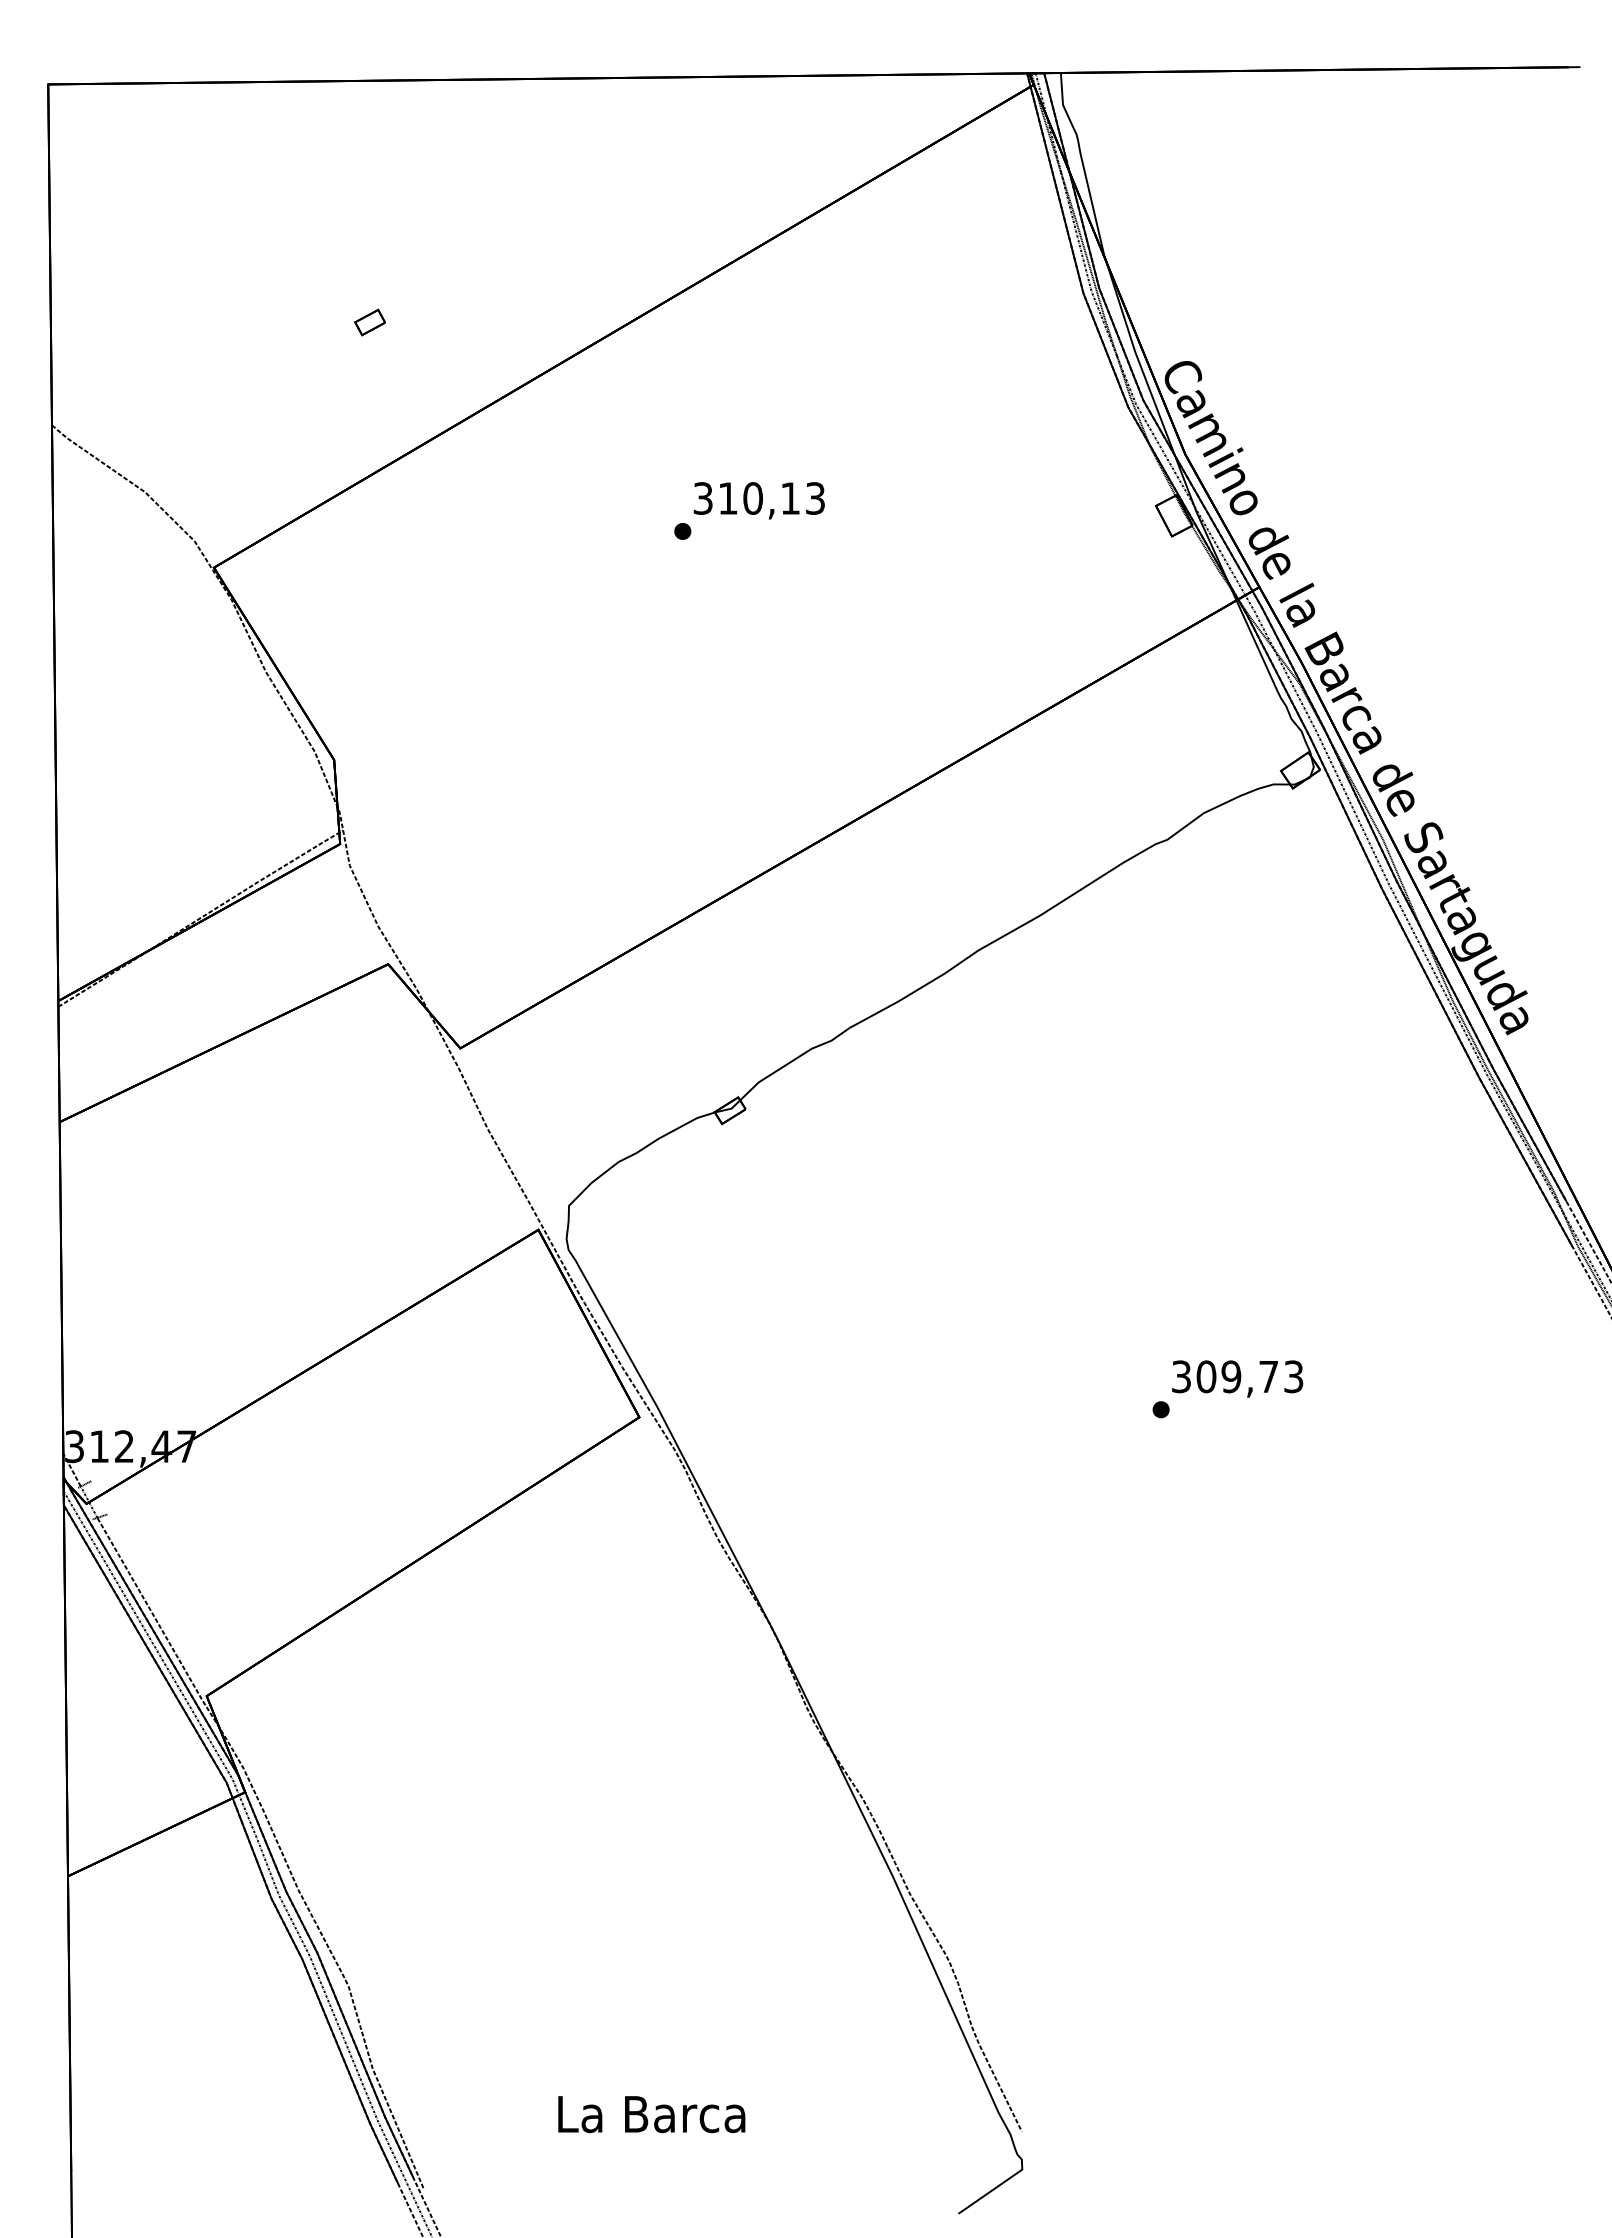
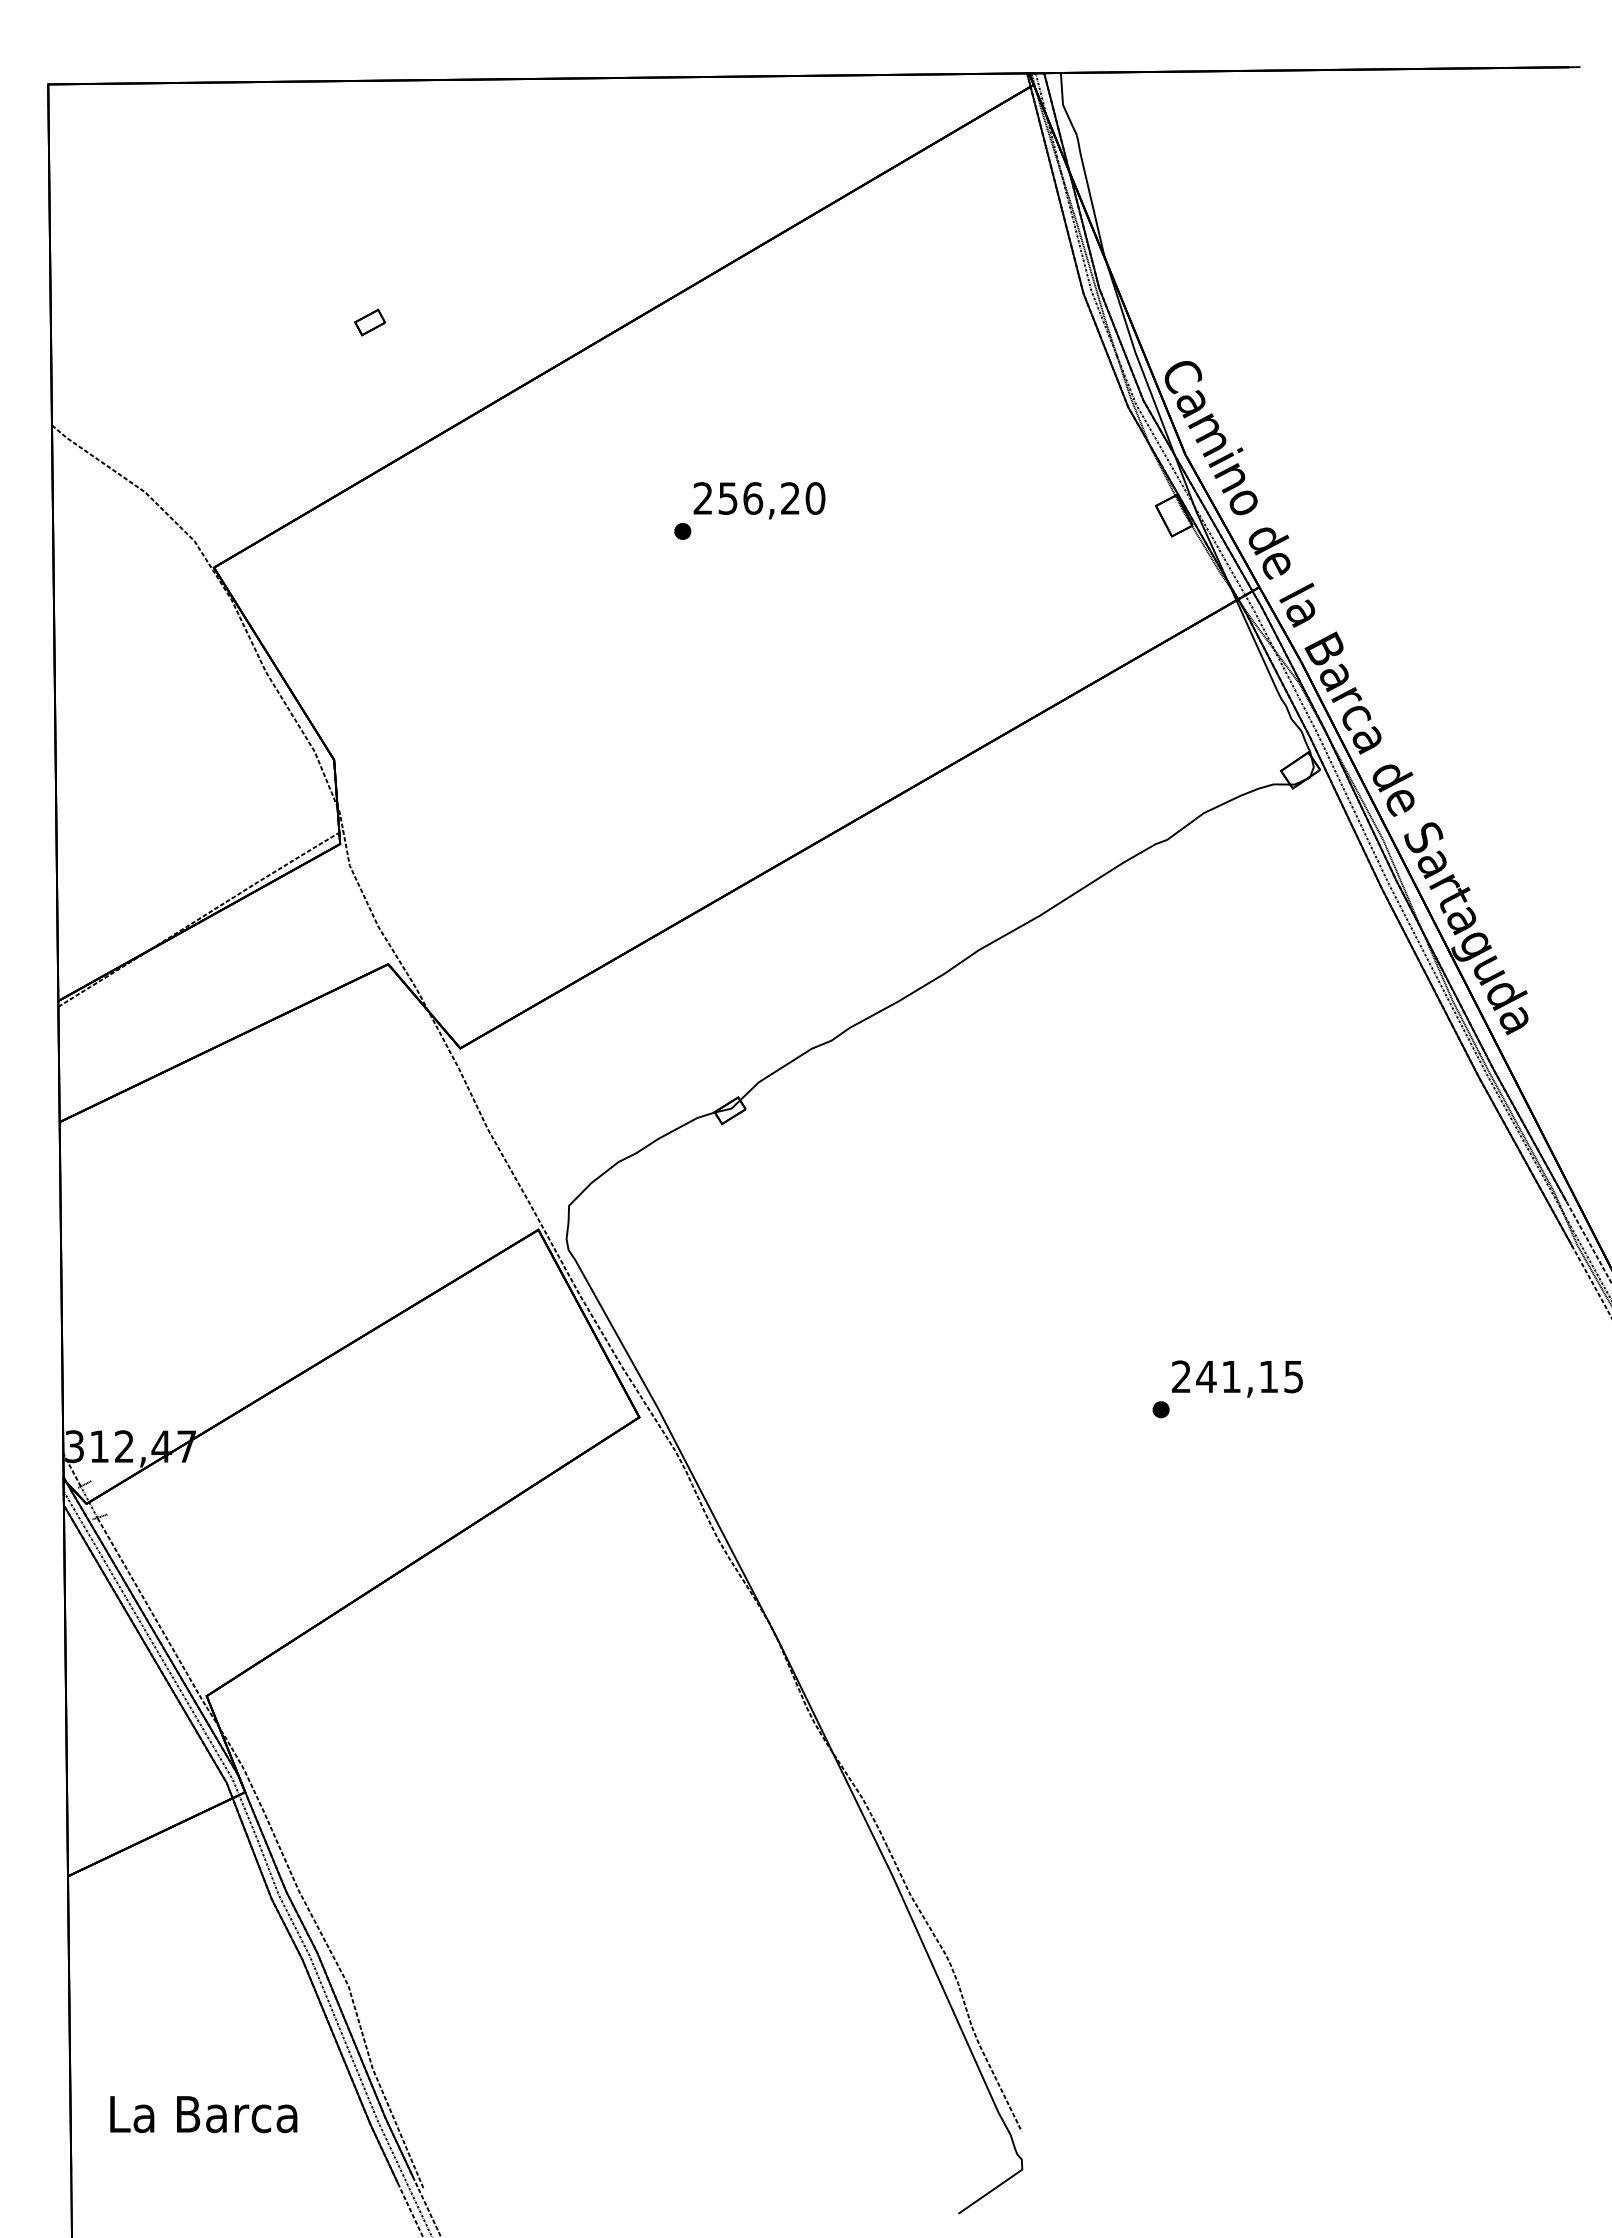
text at (759, 498): 310,13 -> 256,20
text at (1237, 1376): 309,73 -> 241,15
text at (651, 2114) position: (651, 2114) -> (203, 2114)
